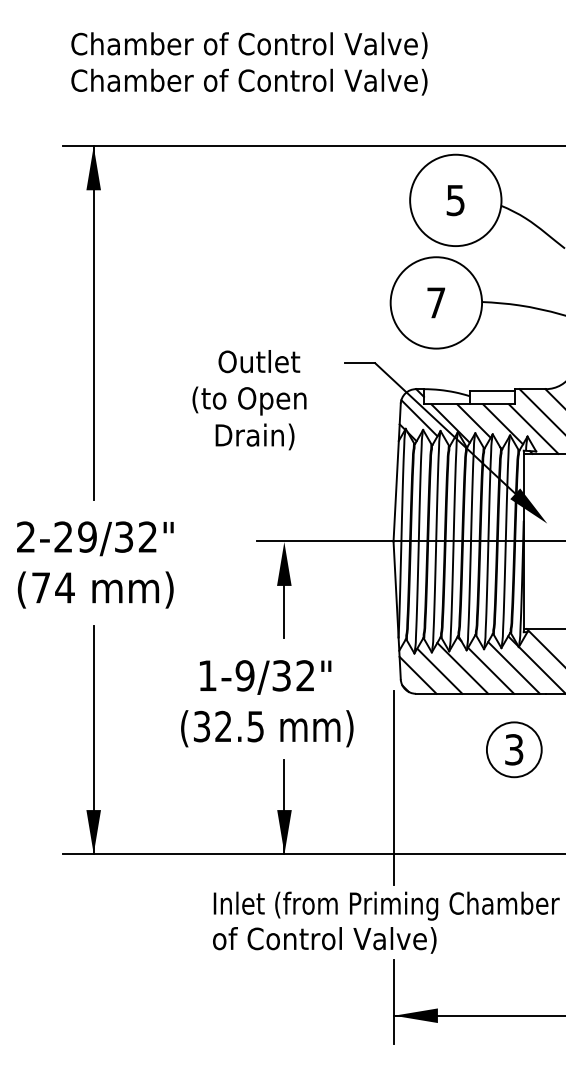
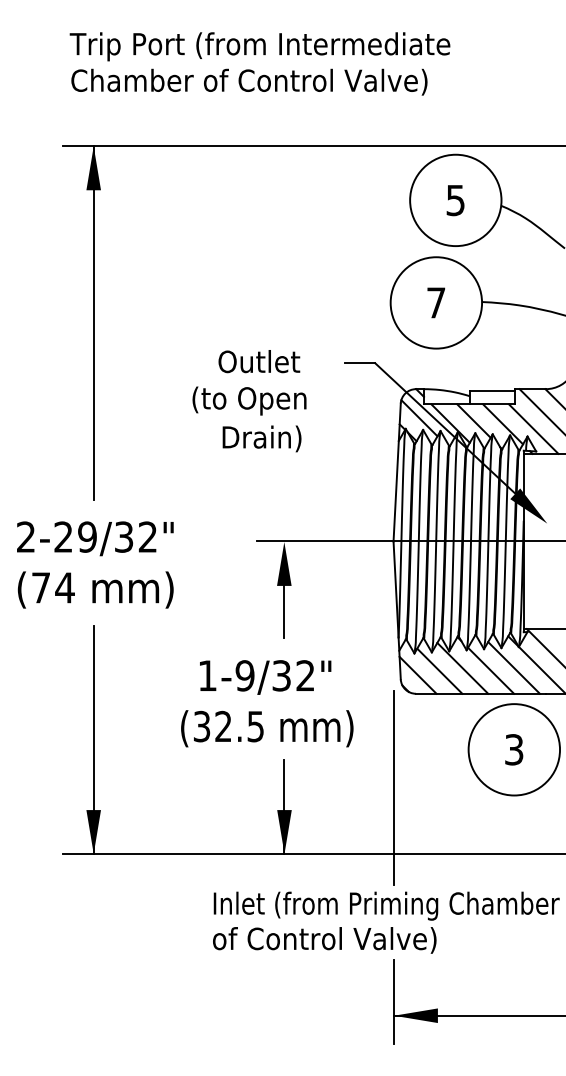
text at (259, 46): Chamber of Control Valve) -> Trip Port (from Intermediate
text at (254, 436) position: (254, 436) -> (261, 438)
circle at (513, 749) diameter: 55 px -> 91 px
